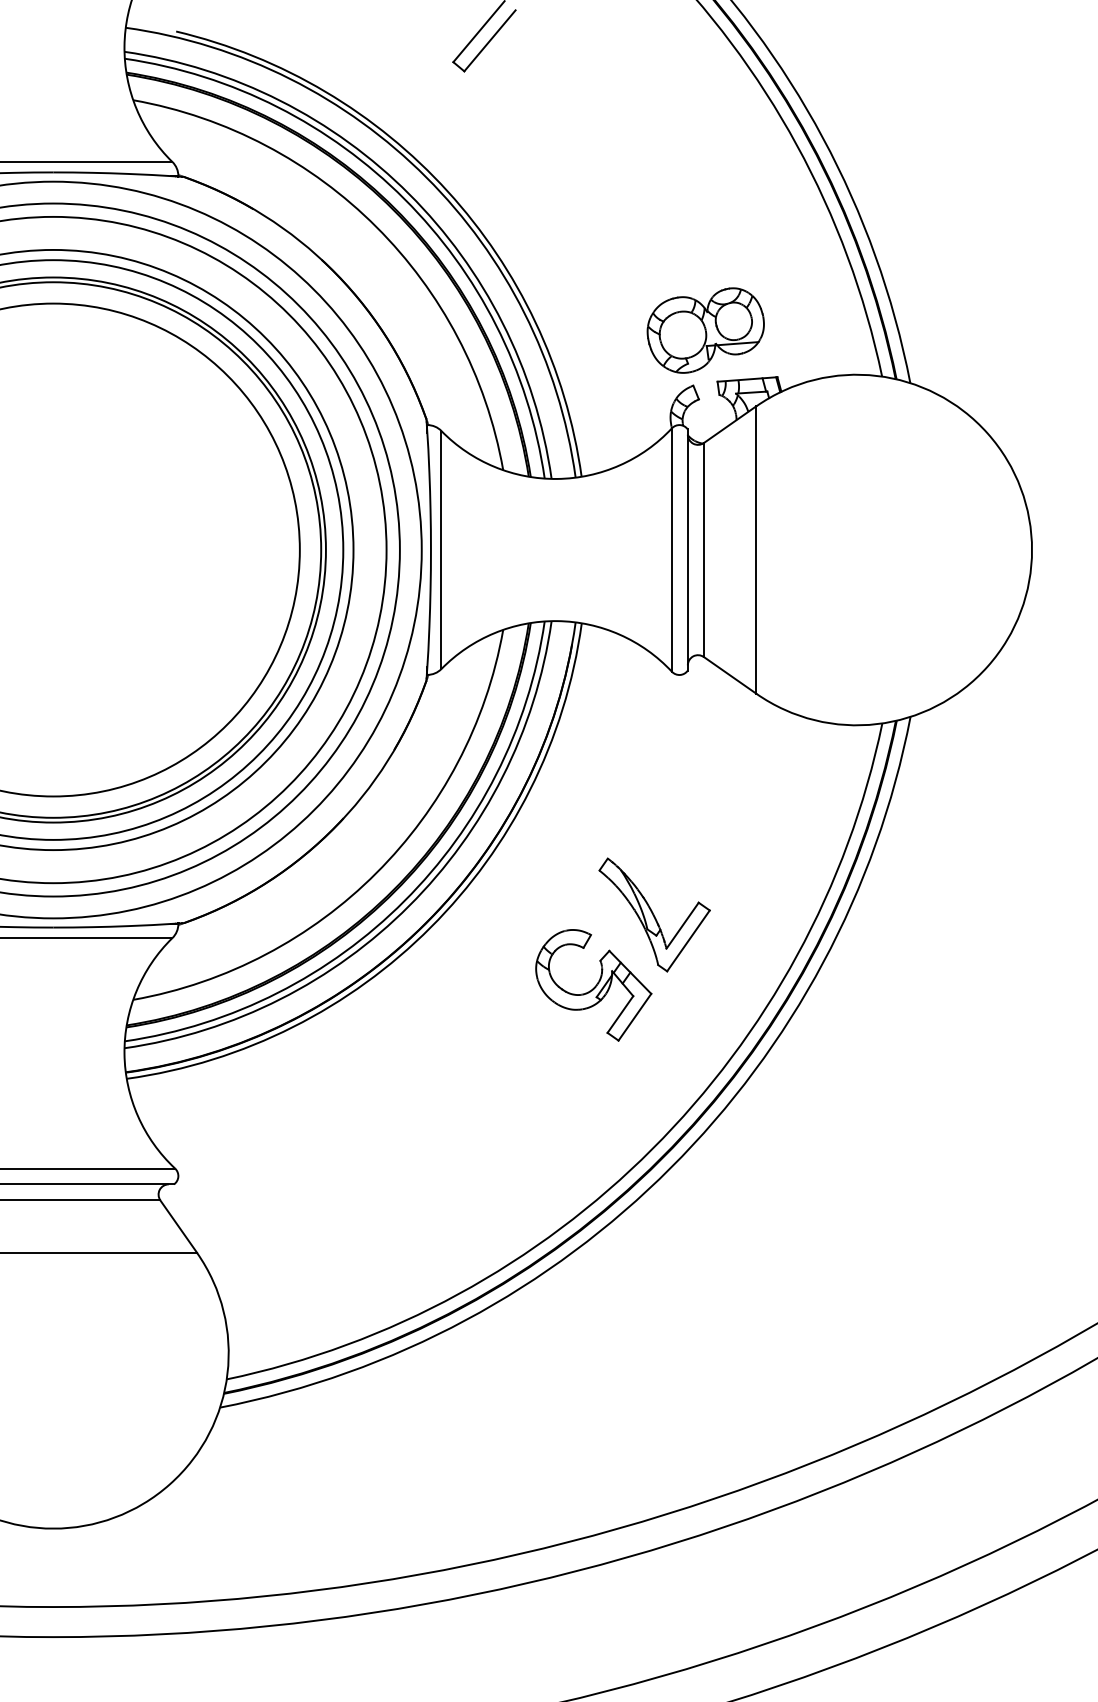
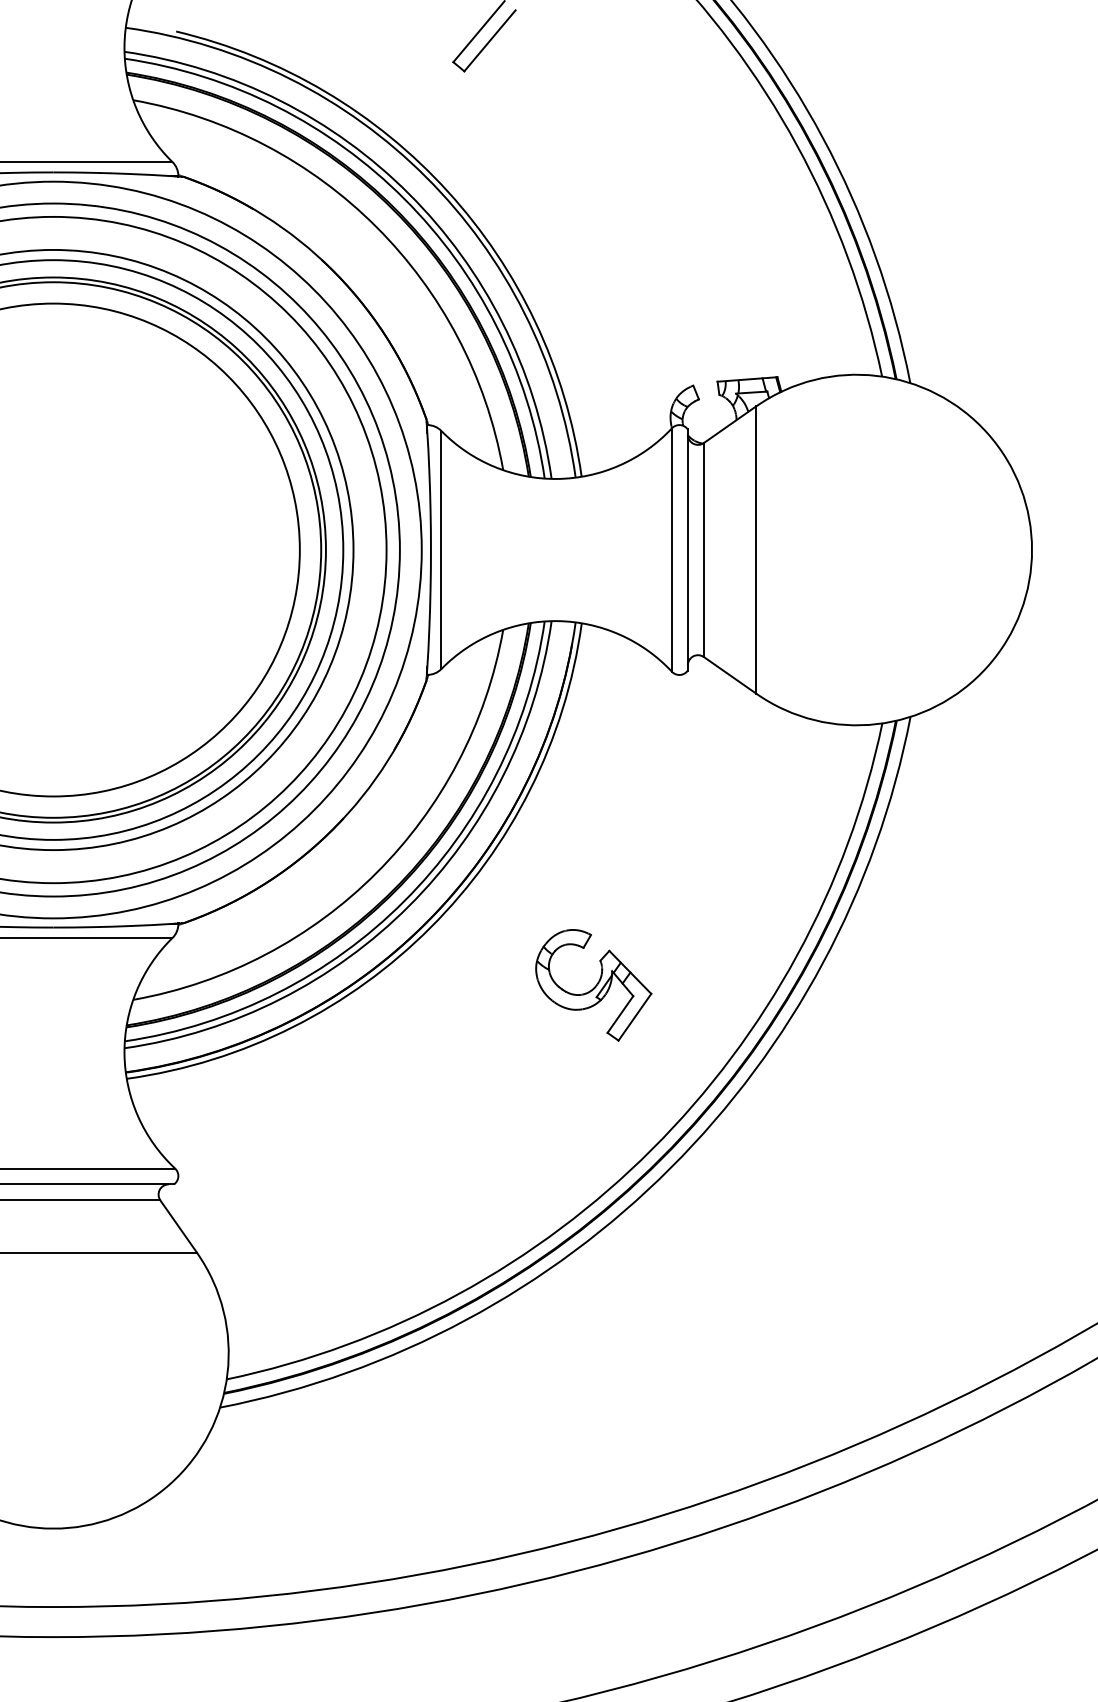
part at (705, 330): present -> none
part at (654, 914): present -> none
